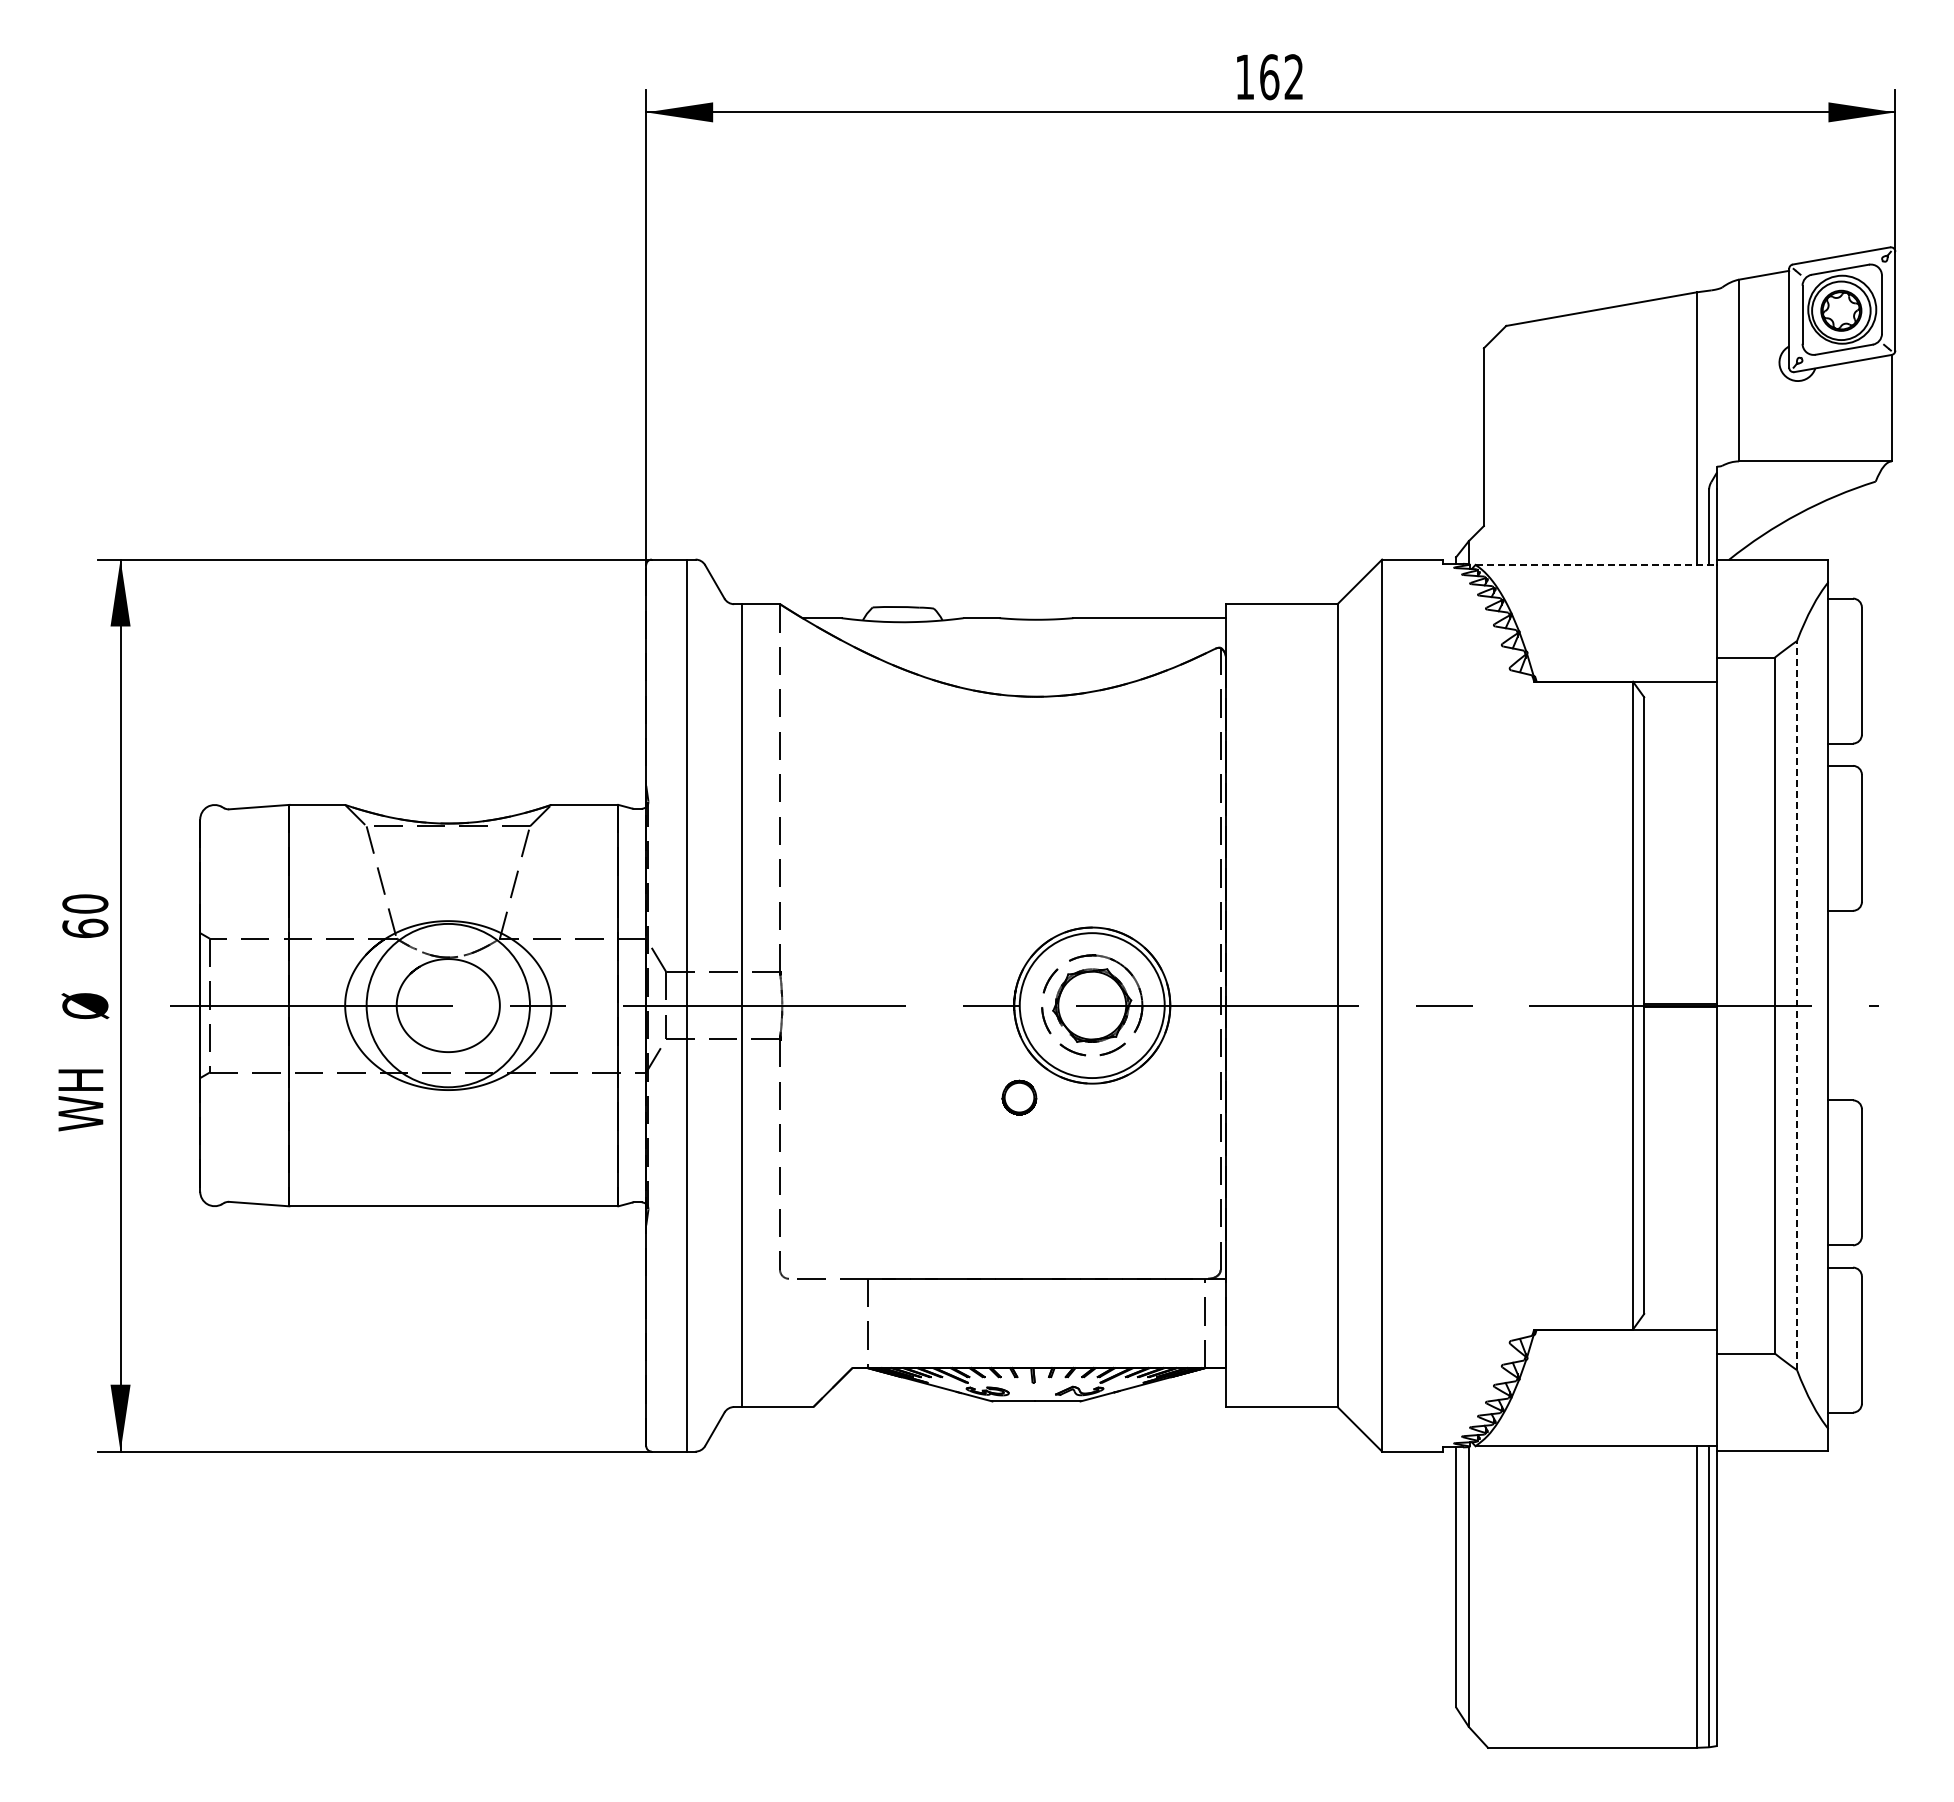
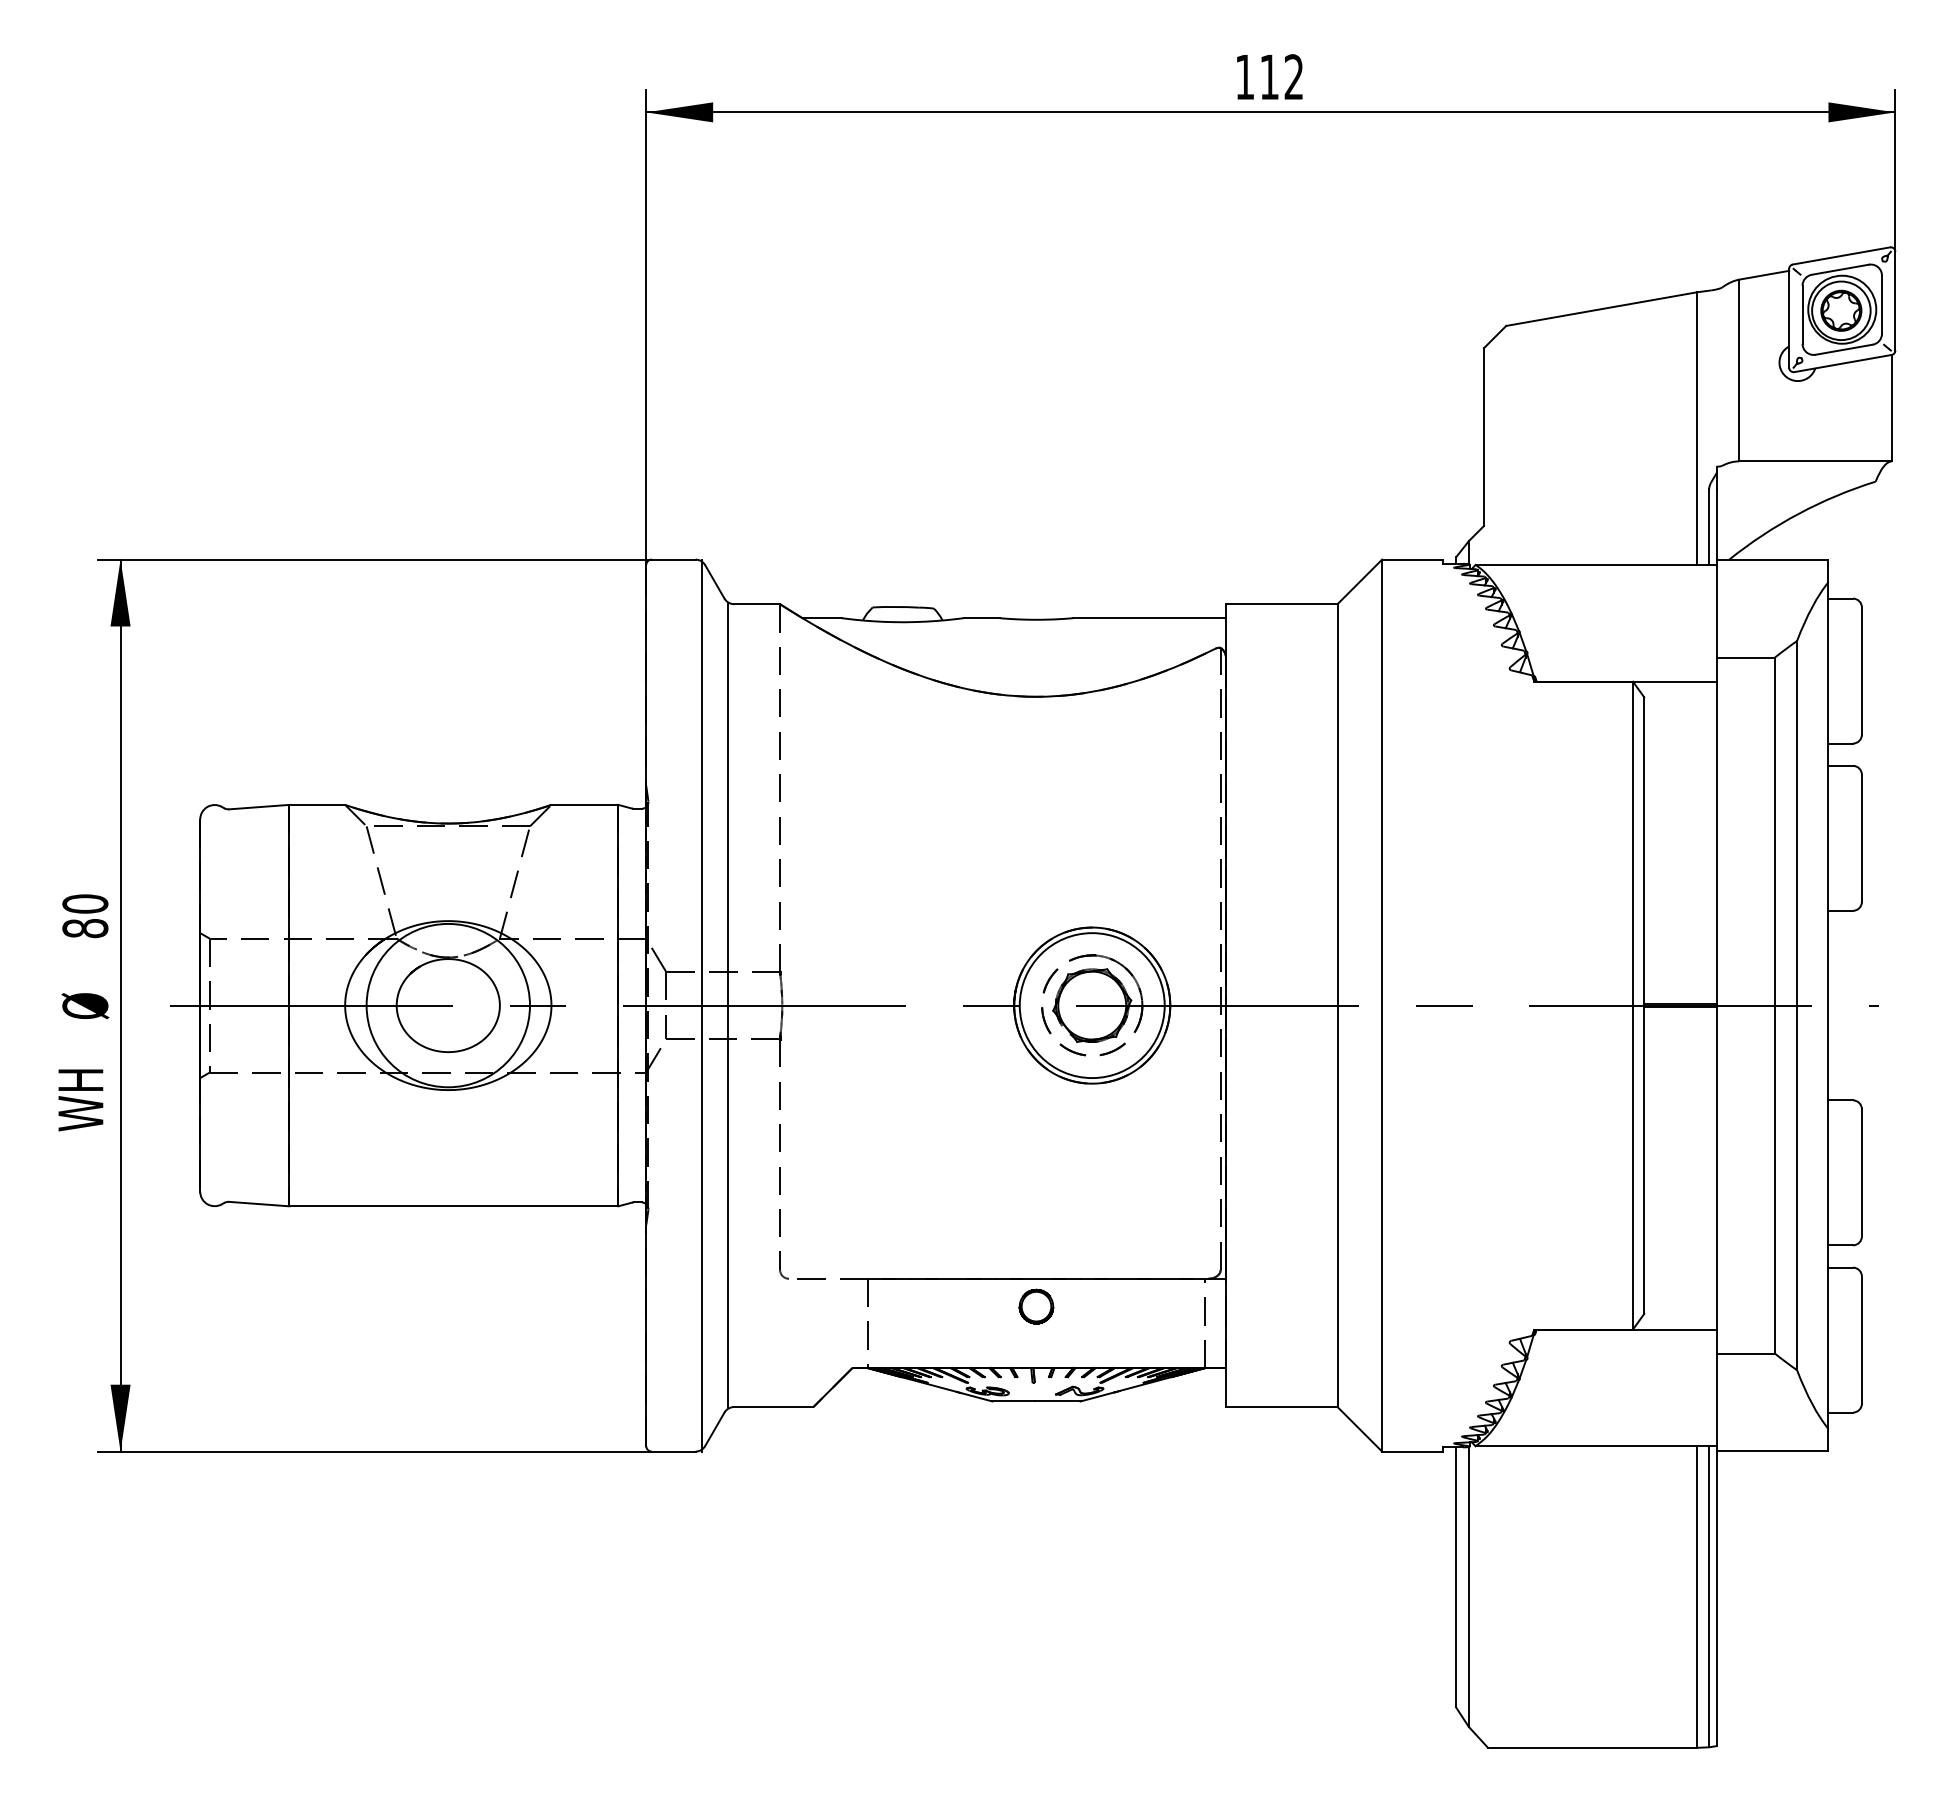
text at (1269, 77): 162 -> 112
line at (1596, 564): dashed -> solid
text at (85, 928): 60 -> 80
line at (686, 1005) position: (686, 1005) -> (701, 1005)
line at (741, 1005) position: (741, 1005) -> (727, 1005)
line at (1797, 1005): dashed -> solid
part at (1019, 1097) position: (1019, 1097) -> (1036, 1306)
